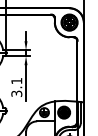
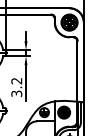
text at (16, 81): 3.1 -> 3.2
